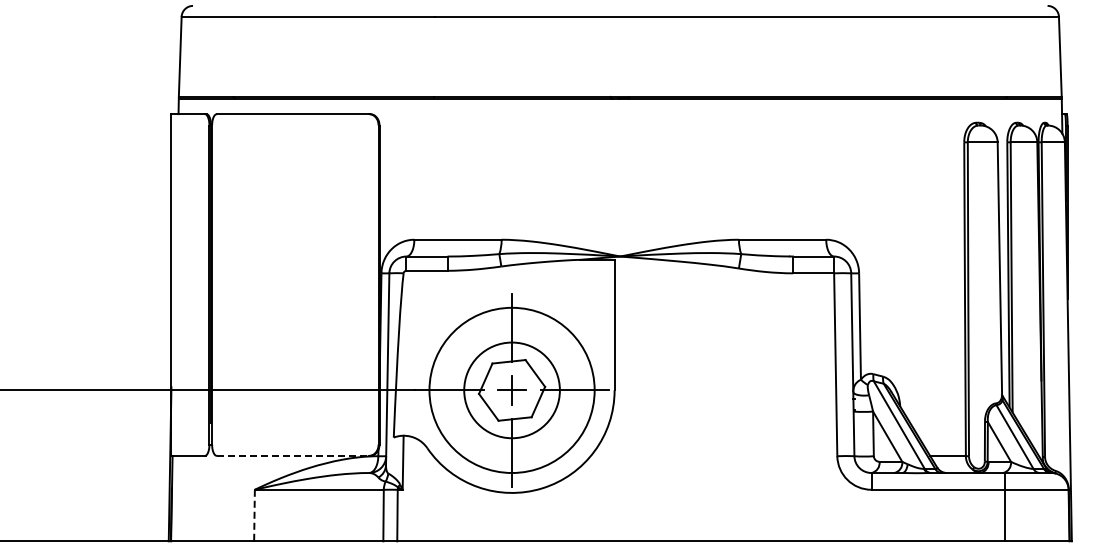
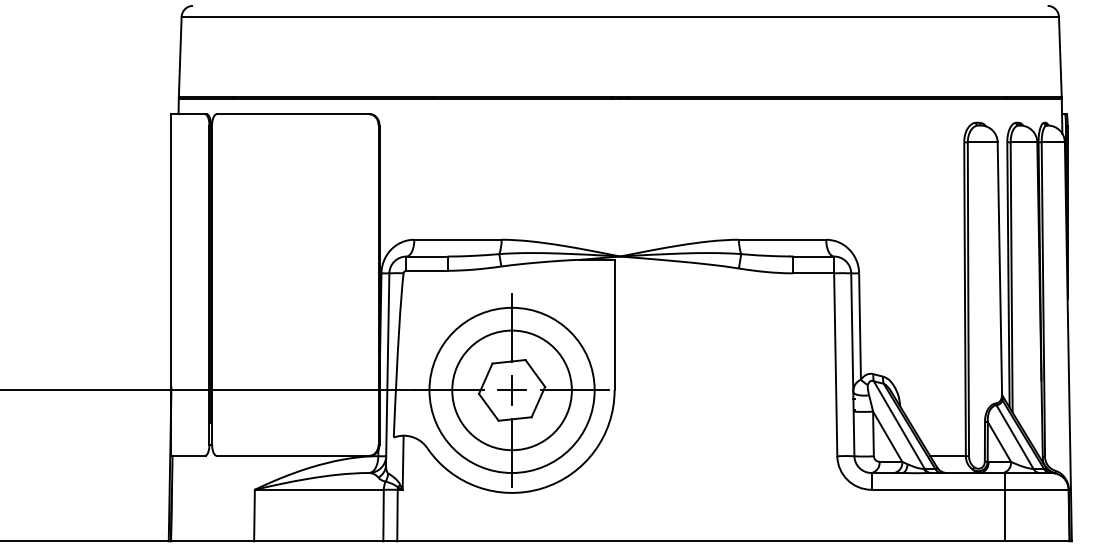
circle at (511, 390) diameter: 96 px -> 120 px
line at (293, 455): dashed -> solid
line at (254, 515): dashed -> solid
